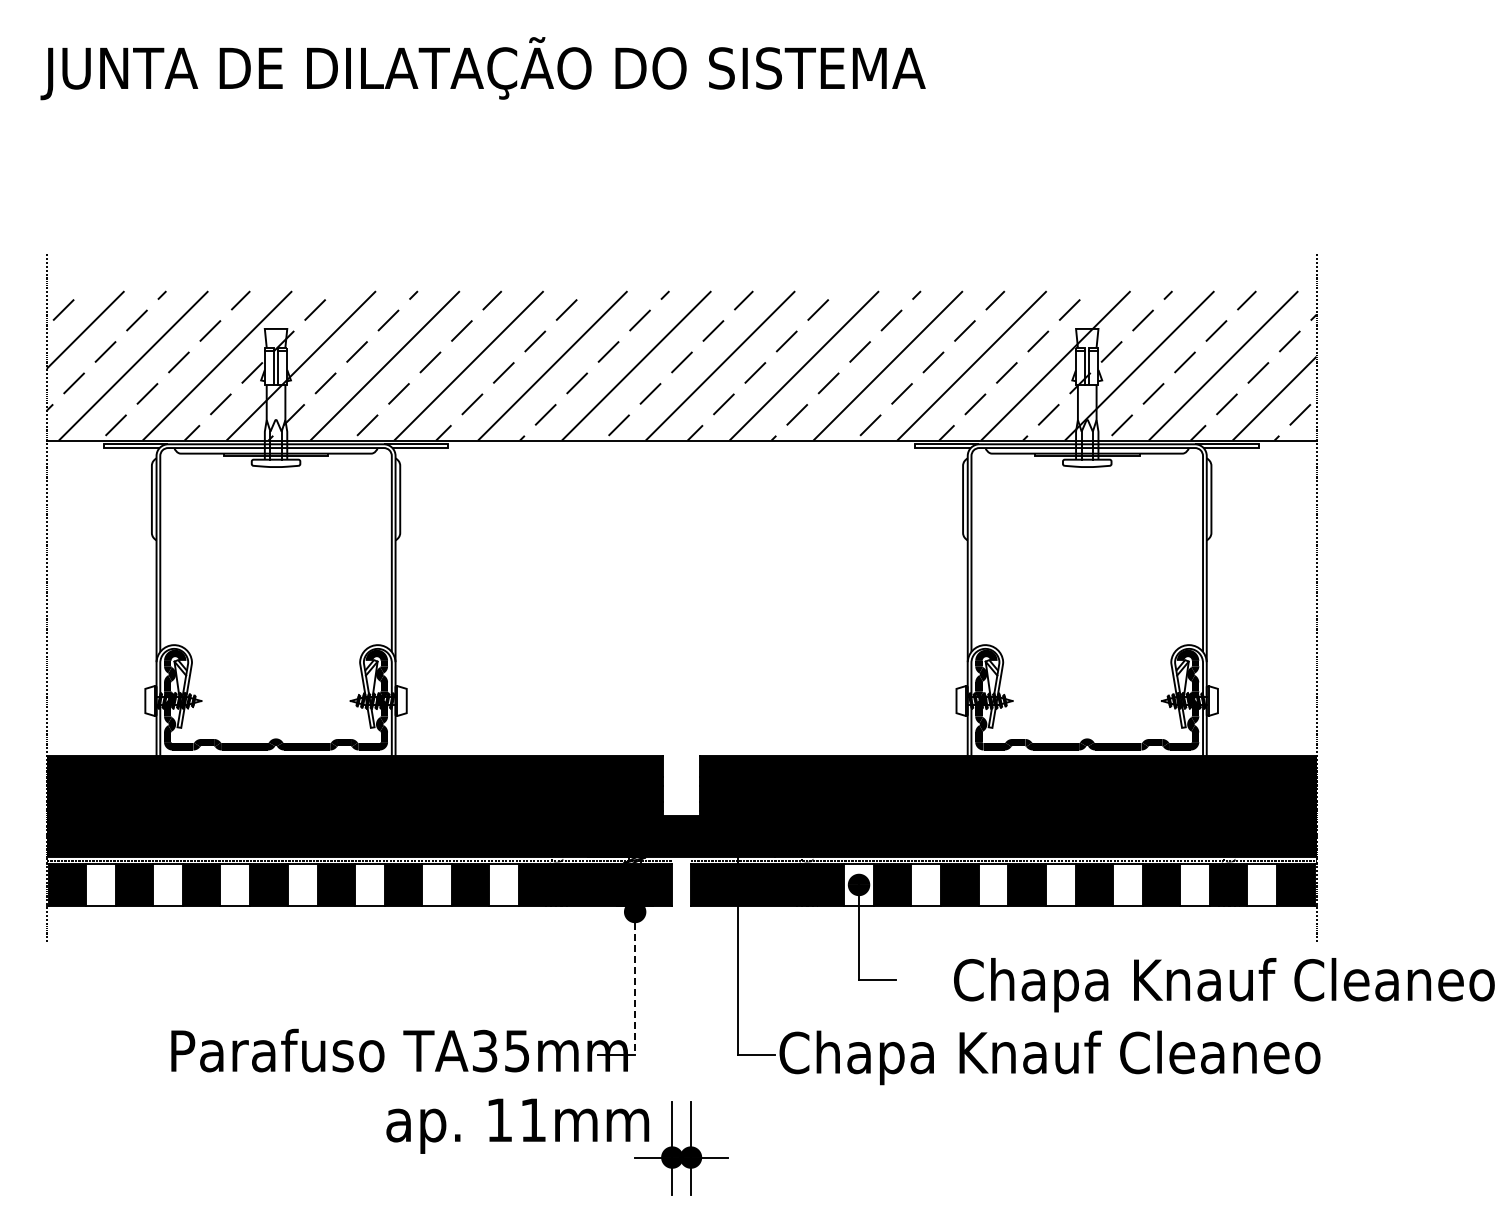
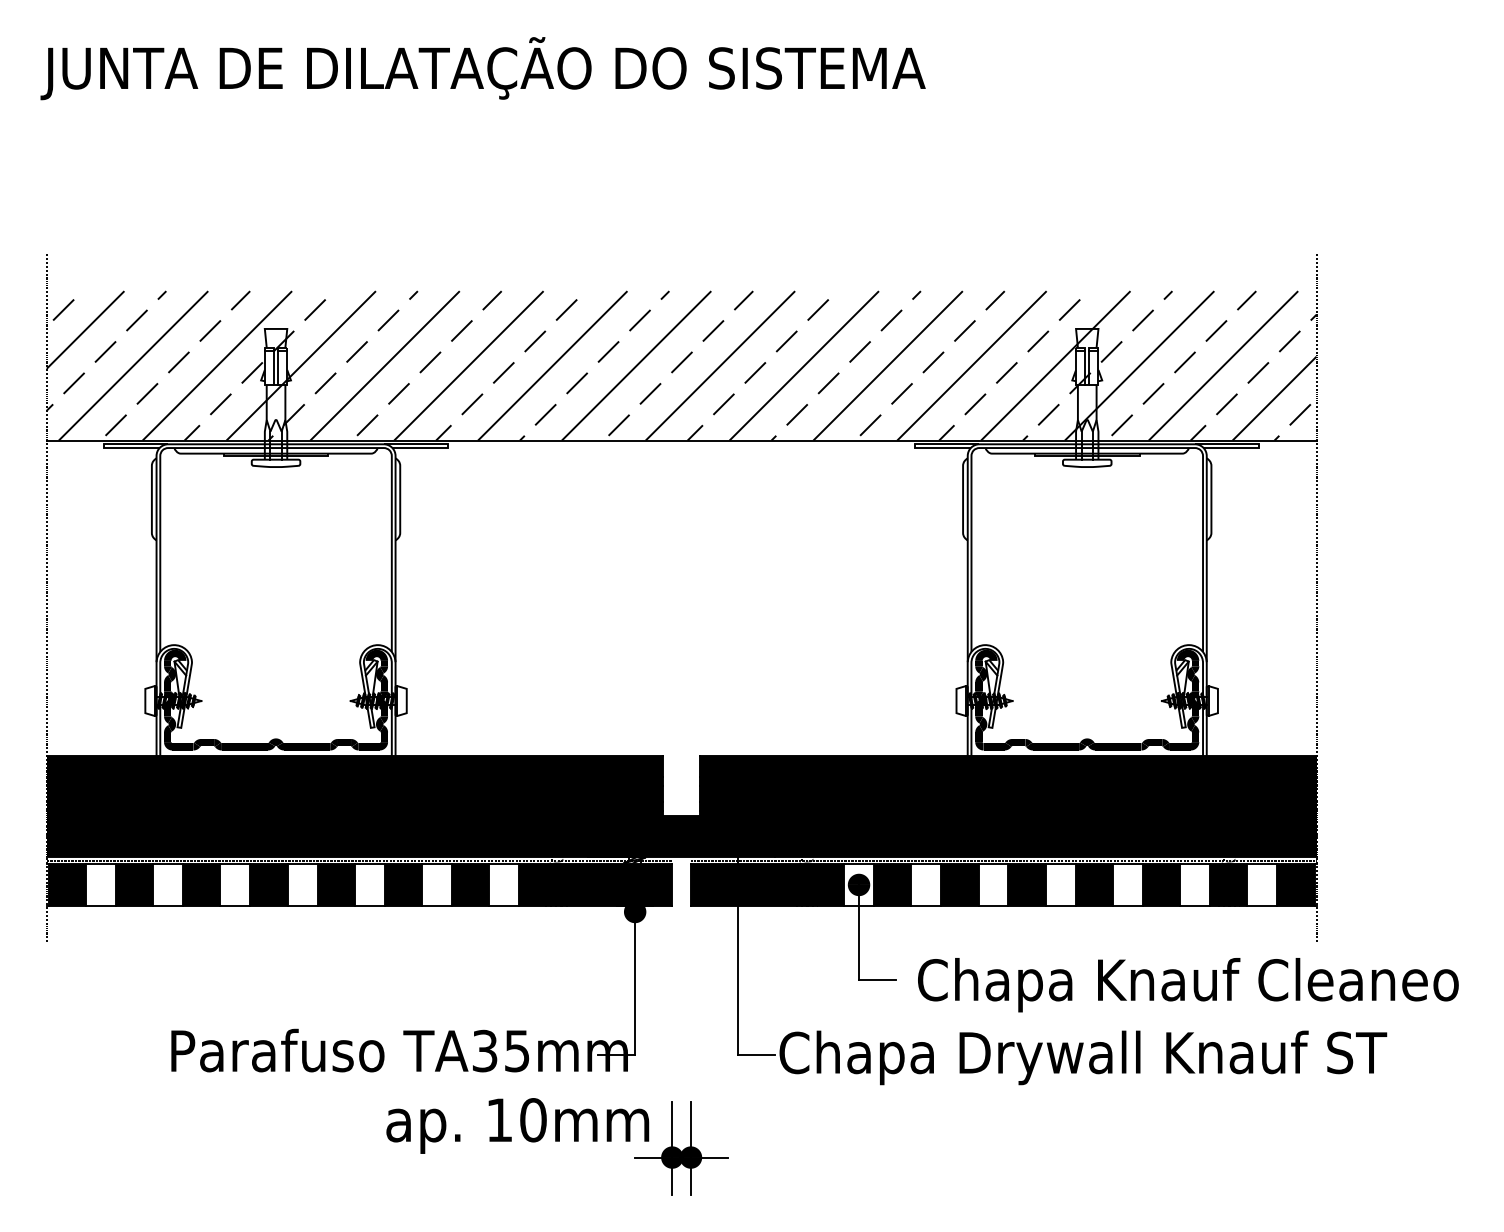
line at (635, 983): dashed -> solid
text at (1224, 985) position: (1224, 985) -> (1188, 985)
text at (1175, 1057): Chapa Knauf Cleaneo -> Chapa Drywall Knauf ST
text at (533, 1120): 11mm -> 10mm
